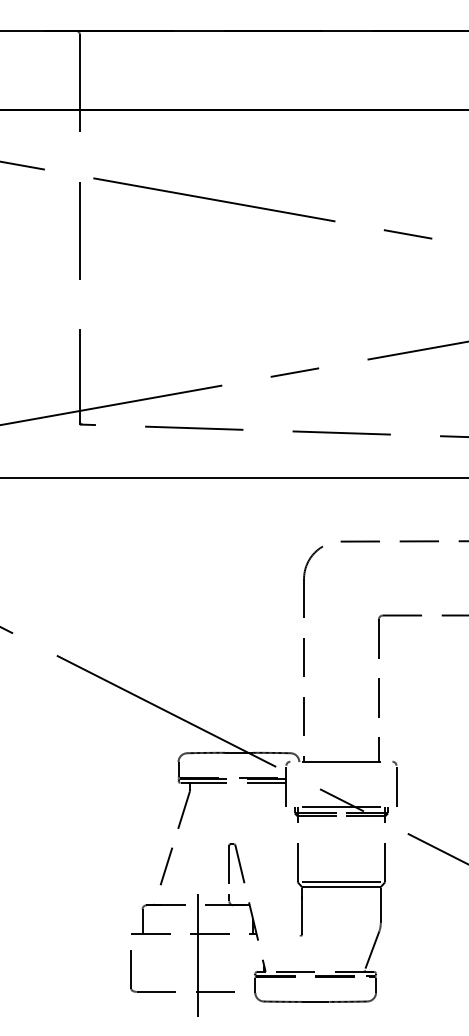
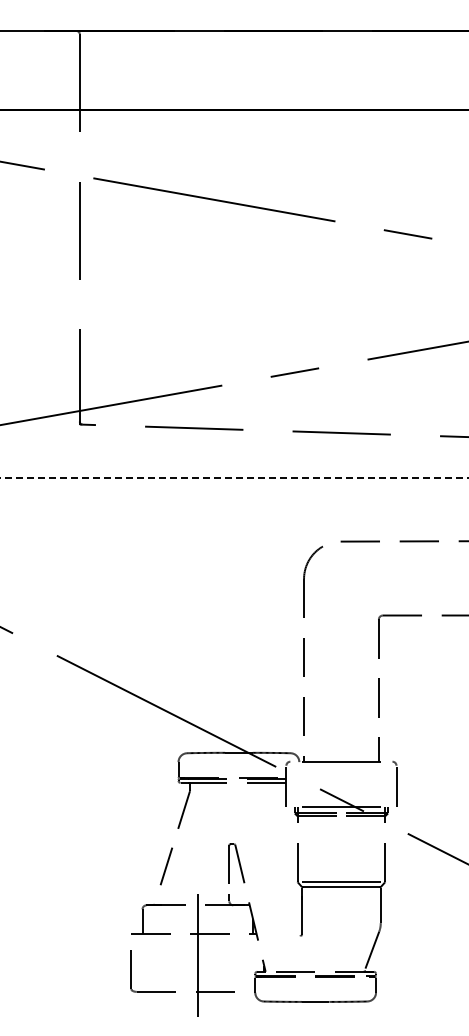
line at (234, 477): solid -> dashed
